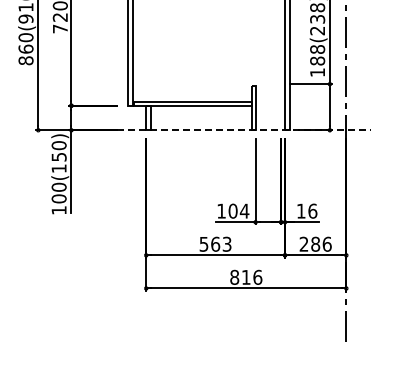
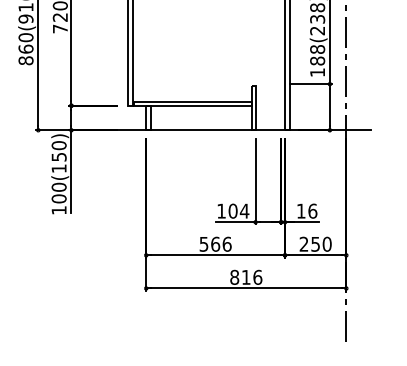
line at (233, 130): dashed -> solid
text at (226, 243): 563 -> 566
text at (321, 243): 286 -> 250
